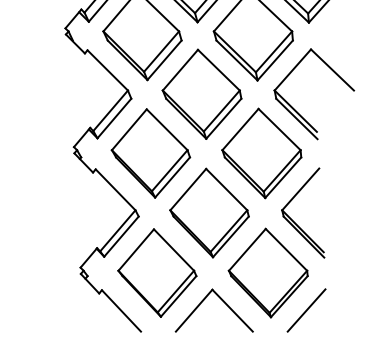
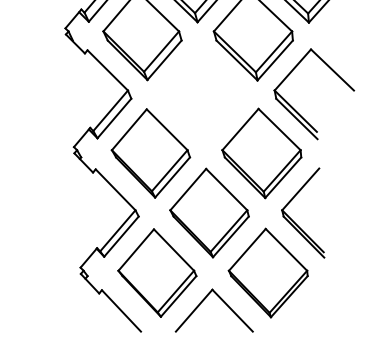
part at (201, 93): present -> none
line at (306, 310): present -> none
